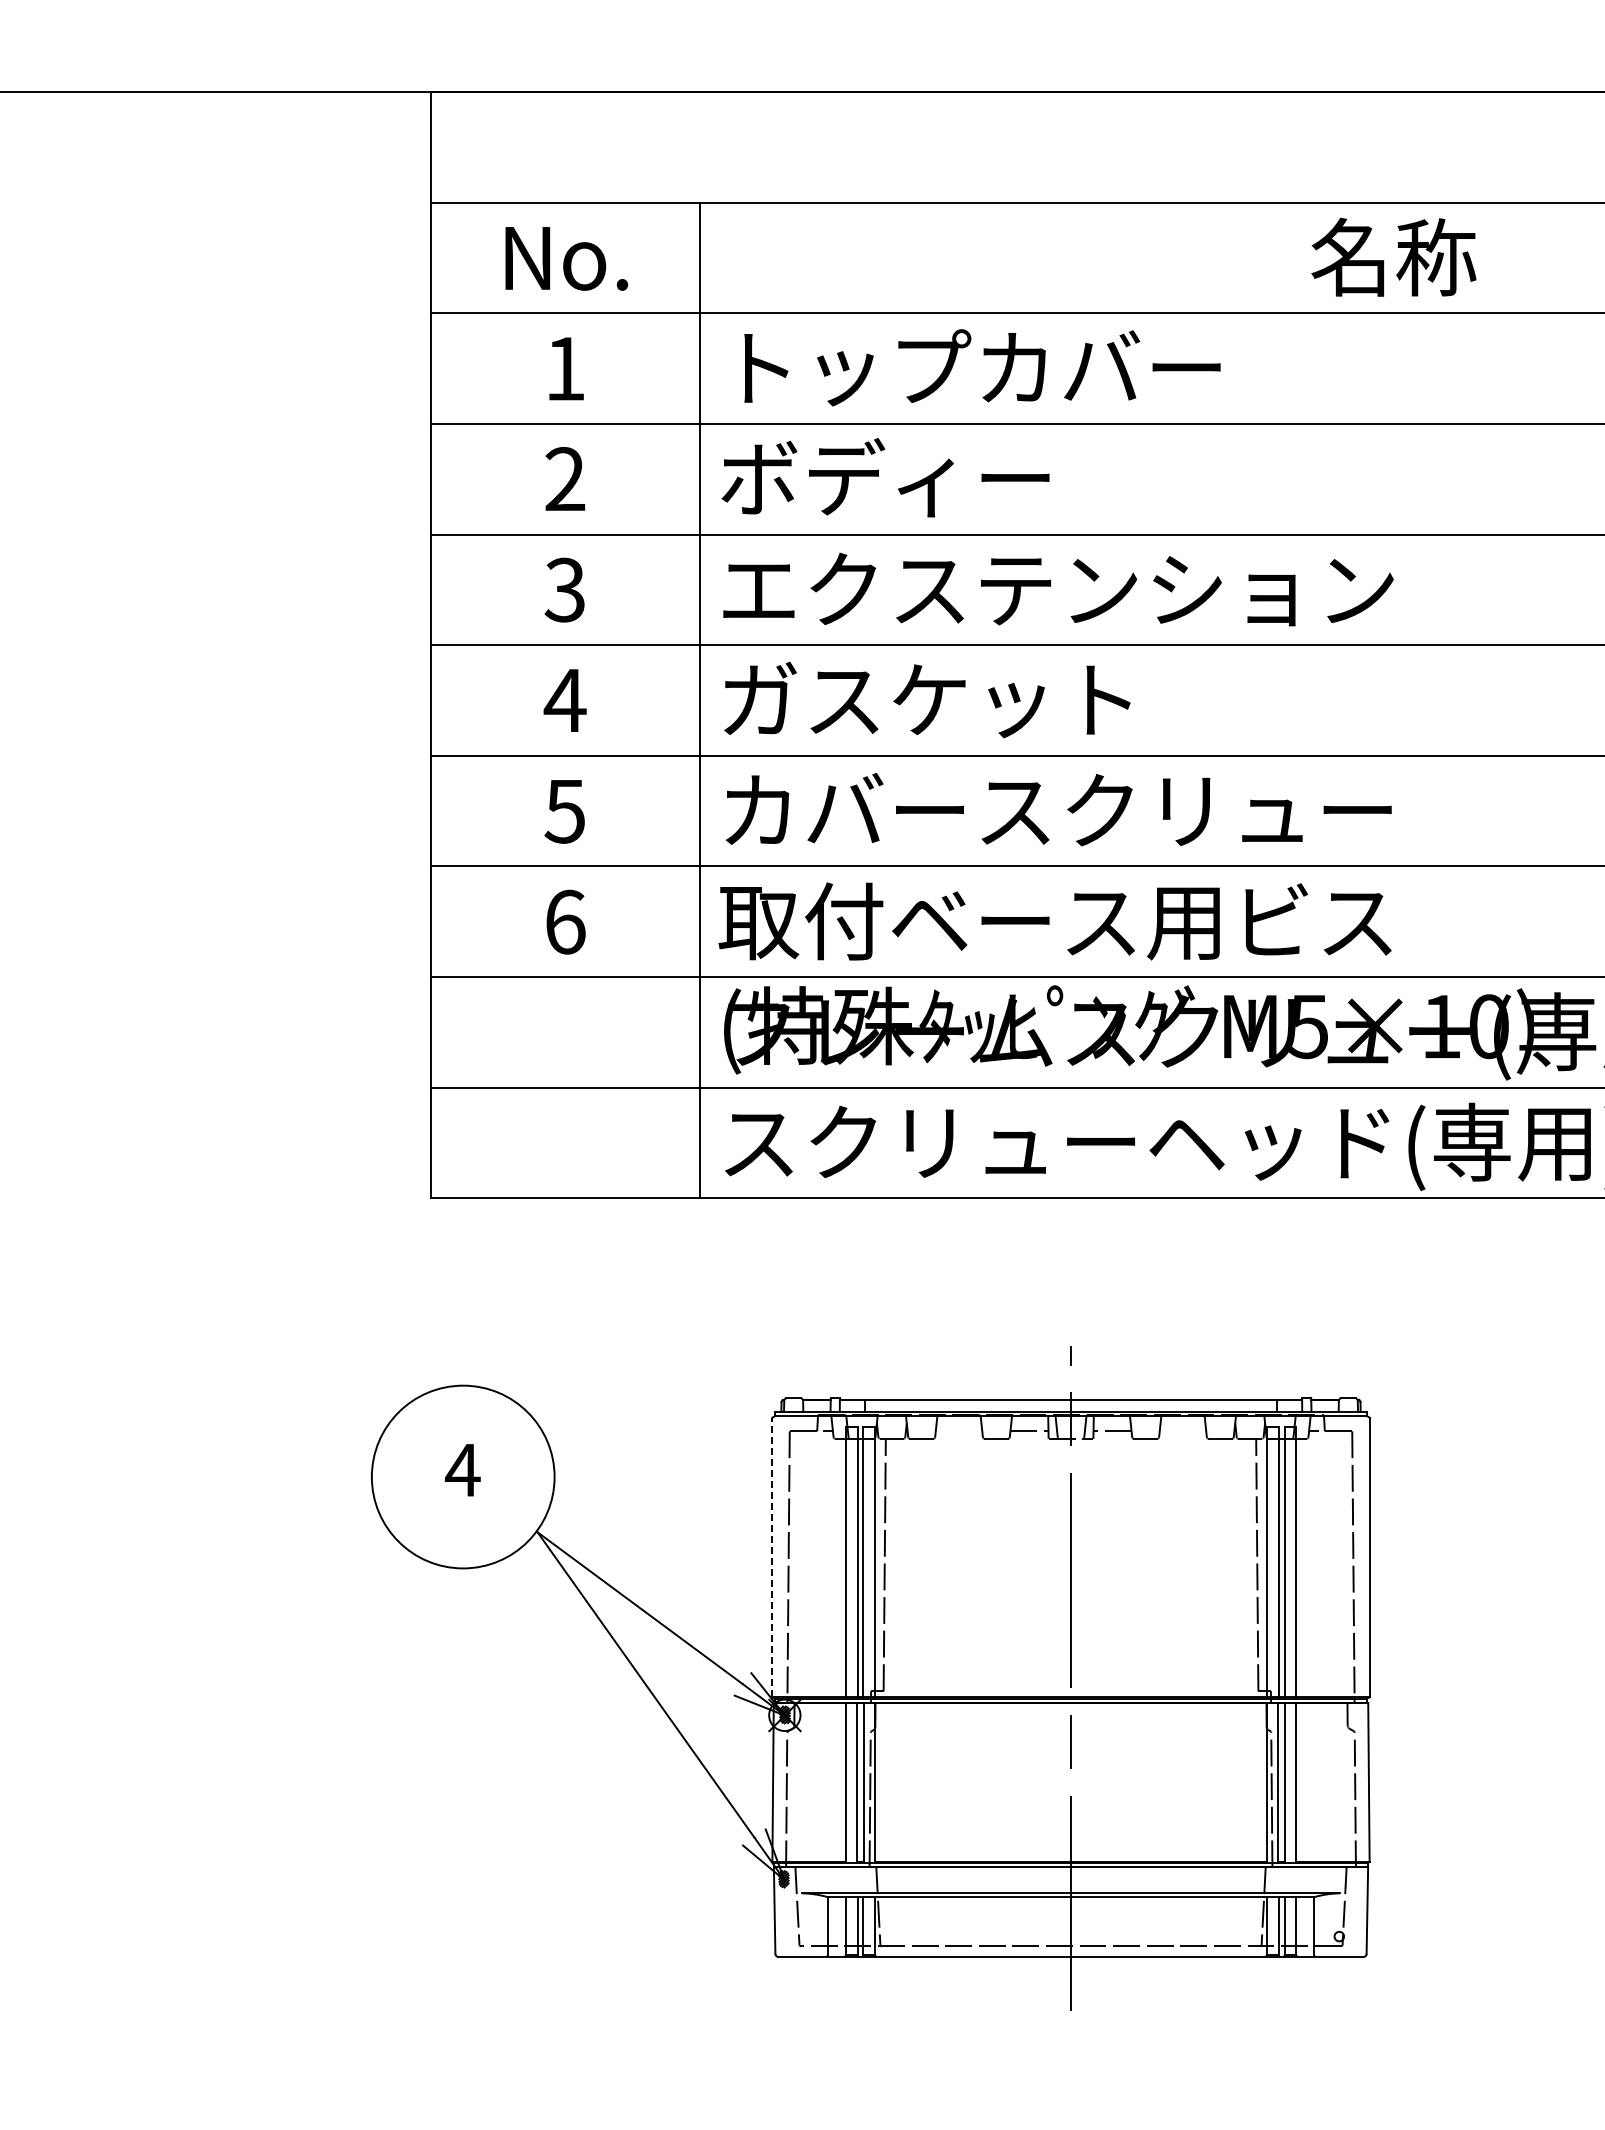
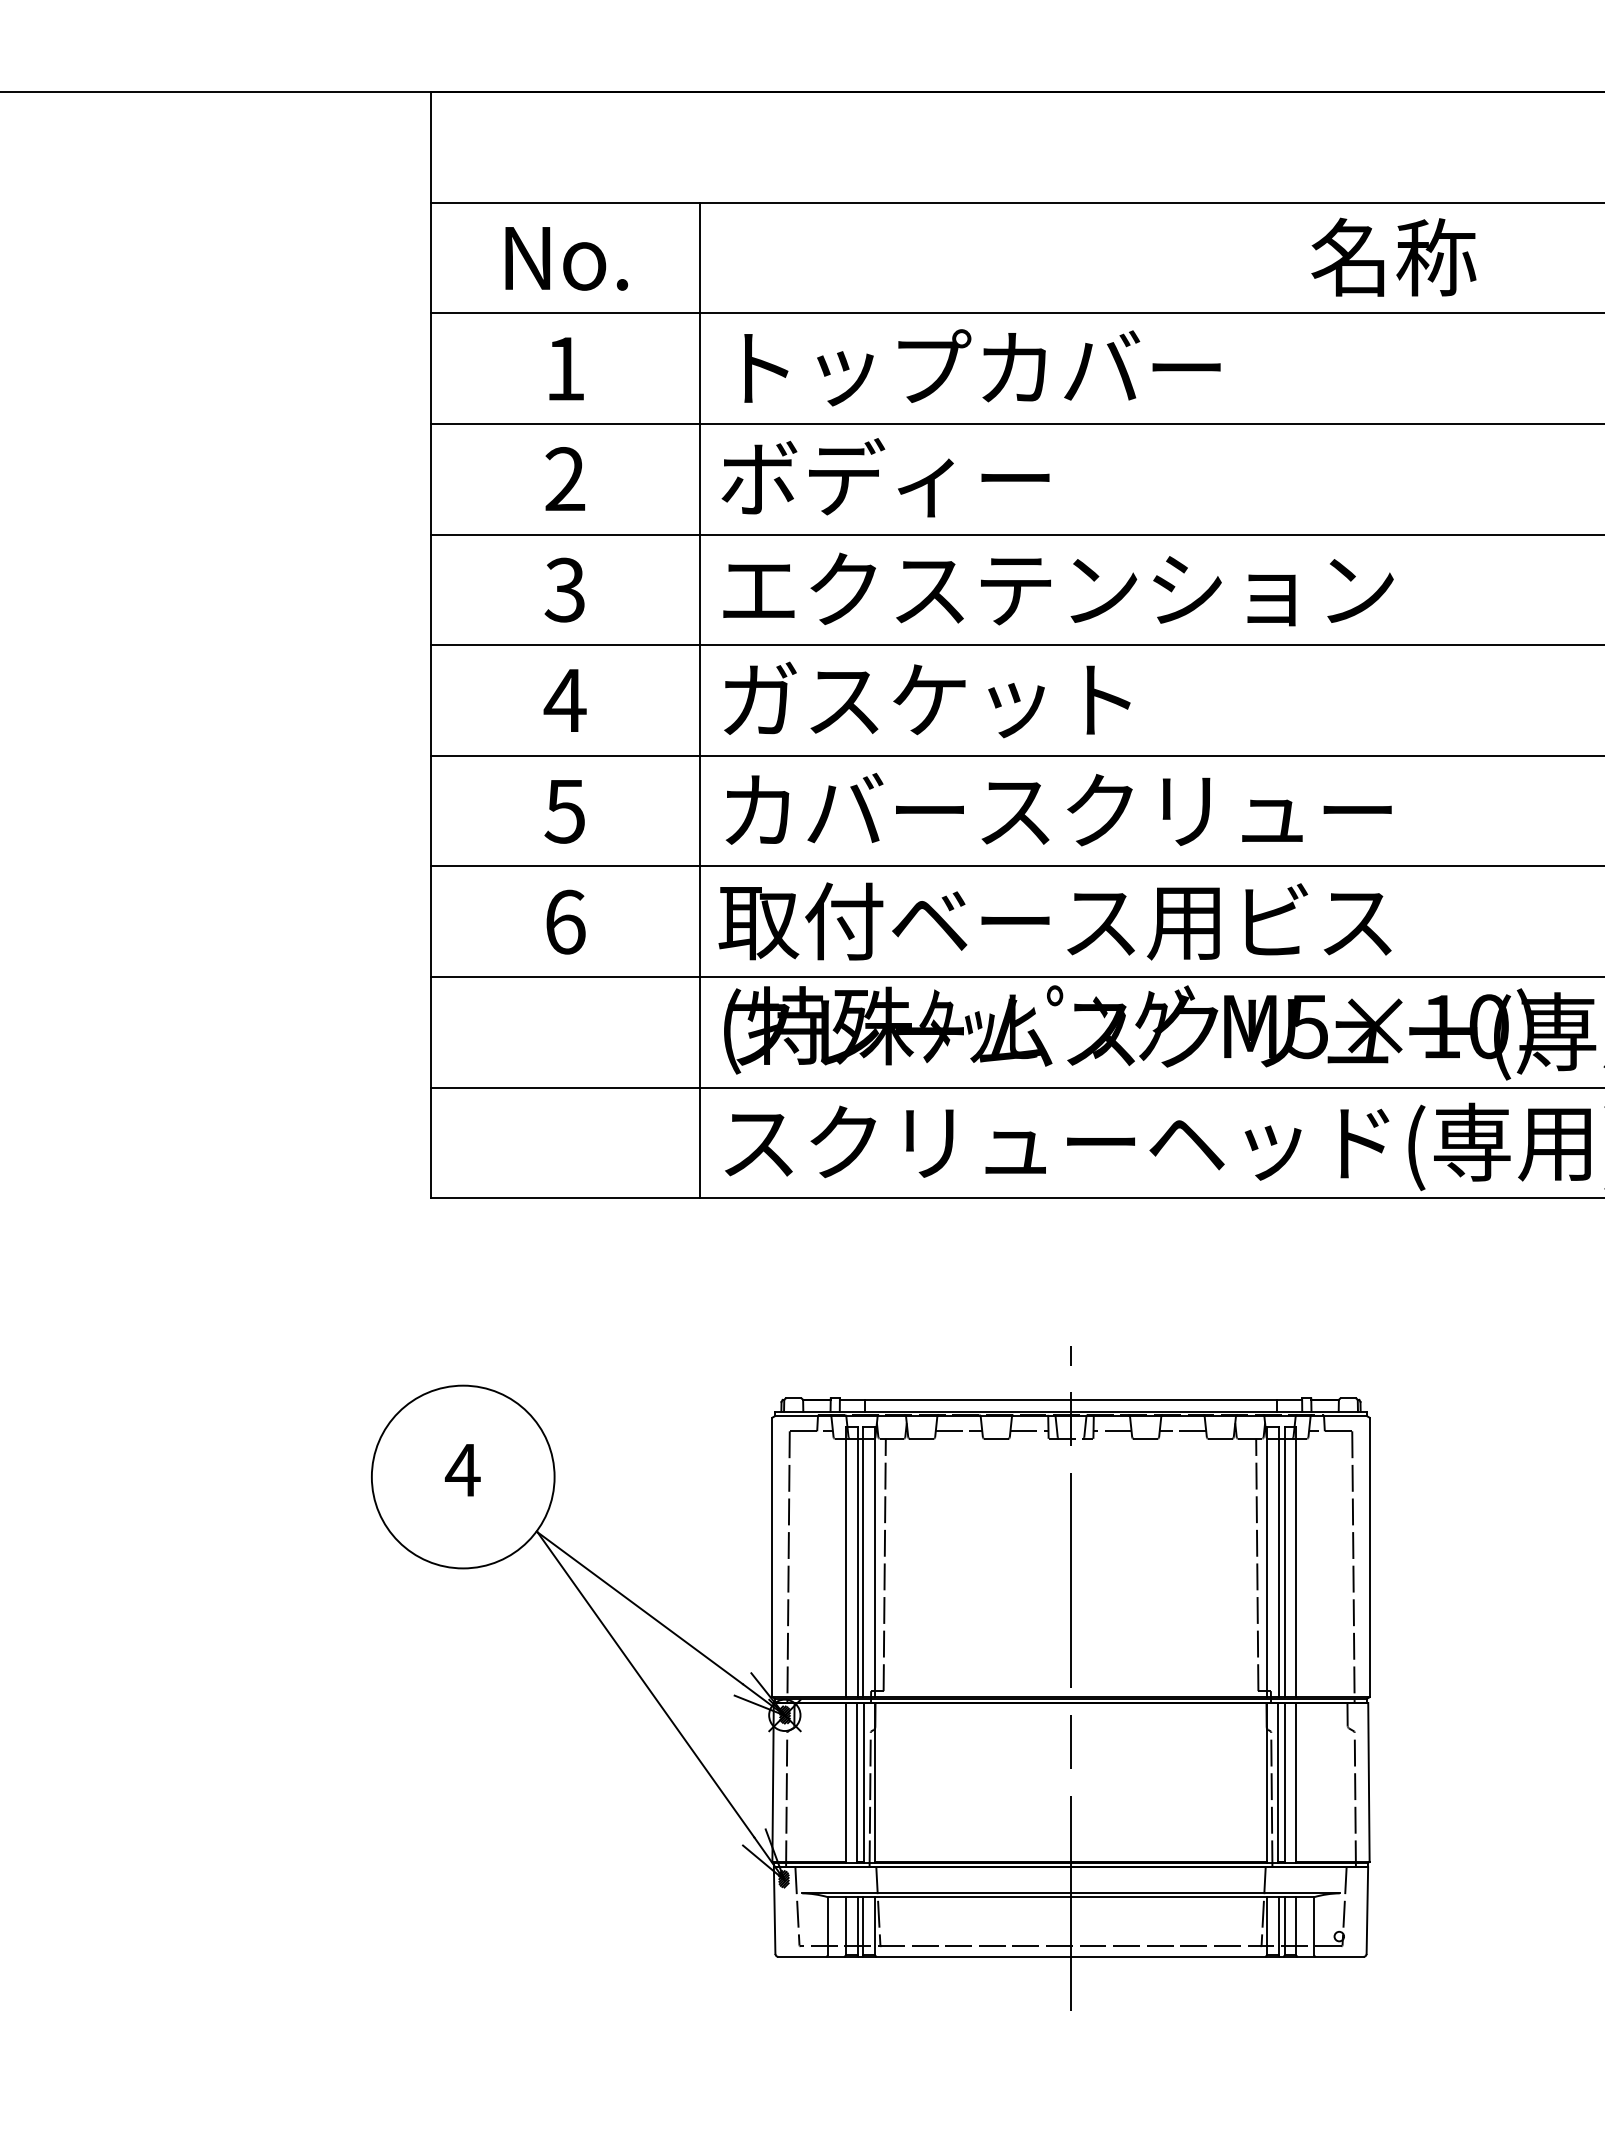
line at (958, 1431): none -> present
line at (1182, 1431): none -> present
line at (772, 1557): dashed -> solid
